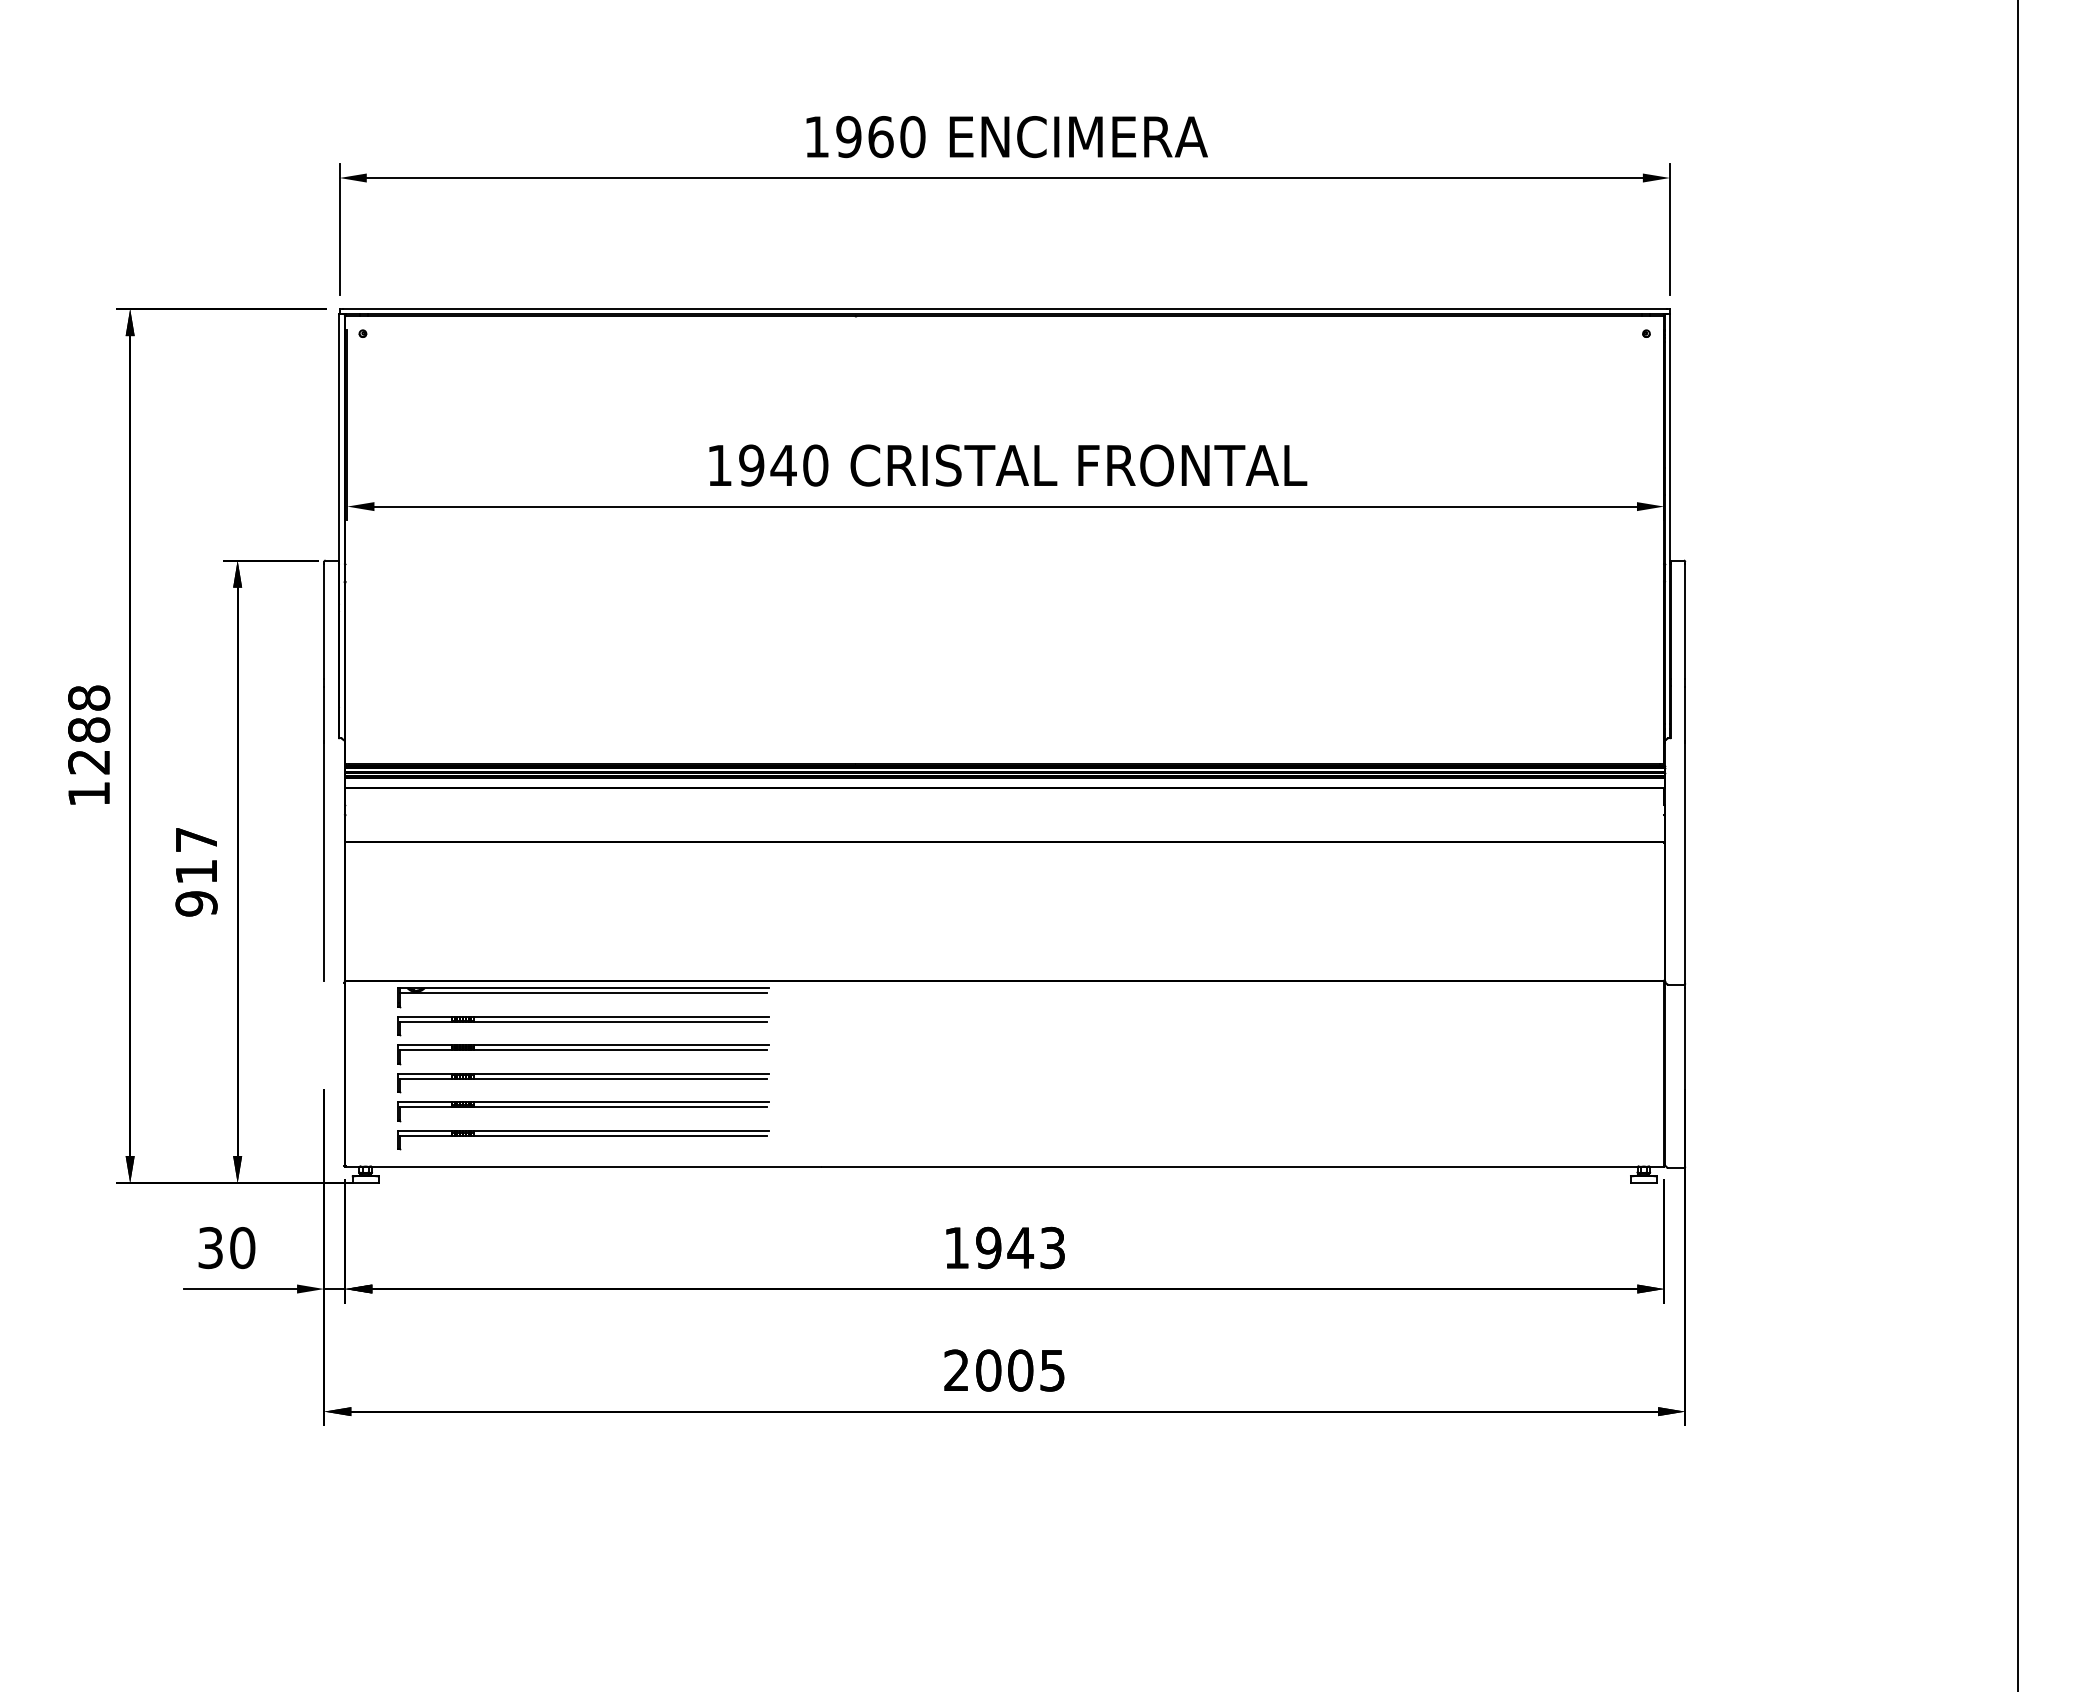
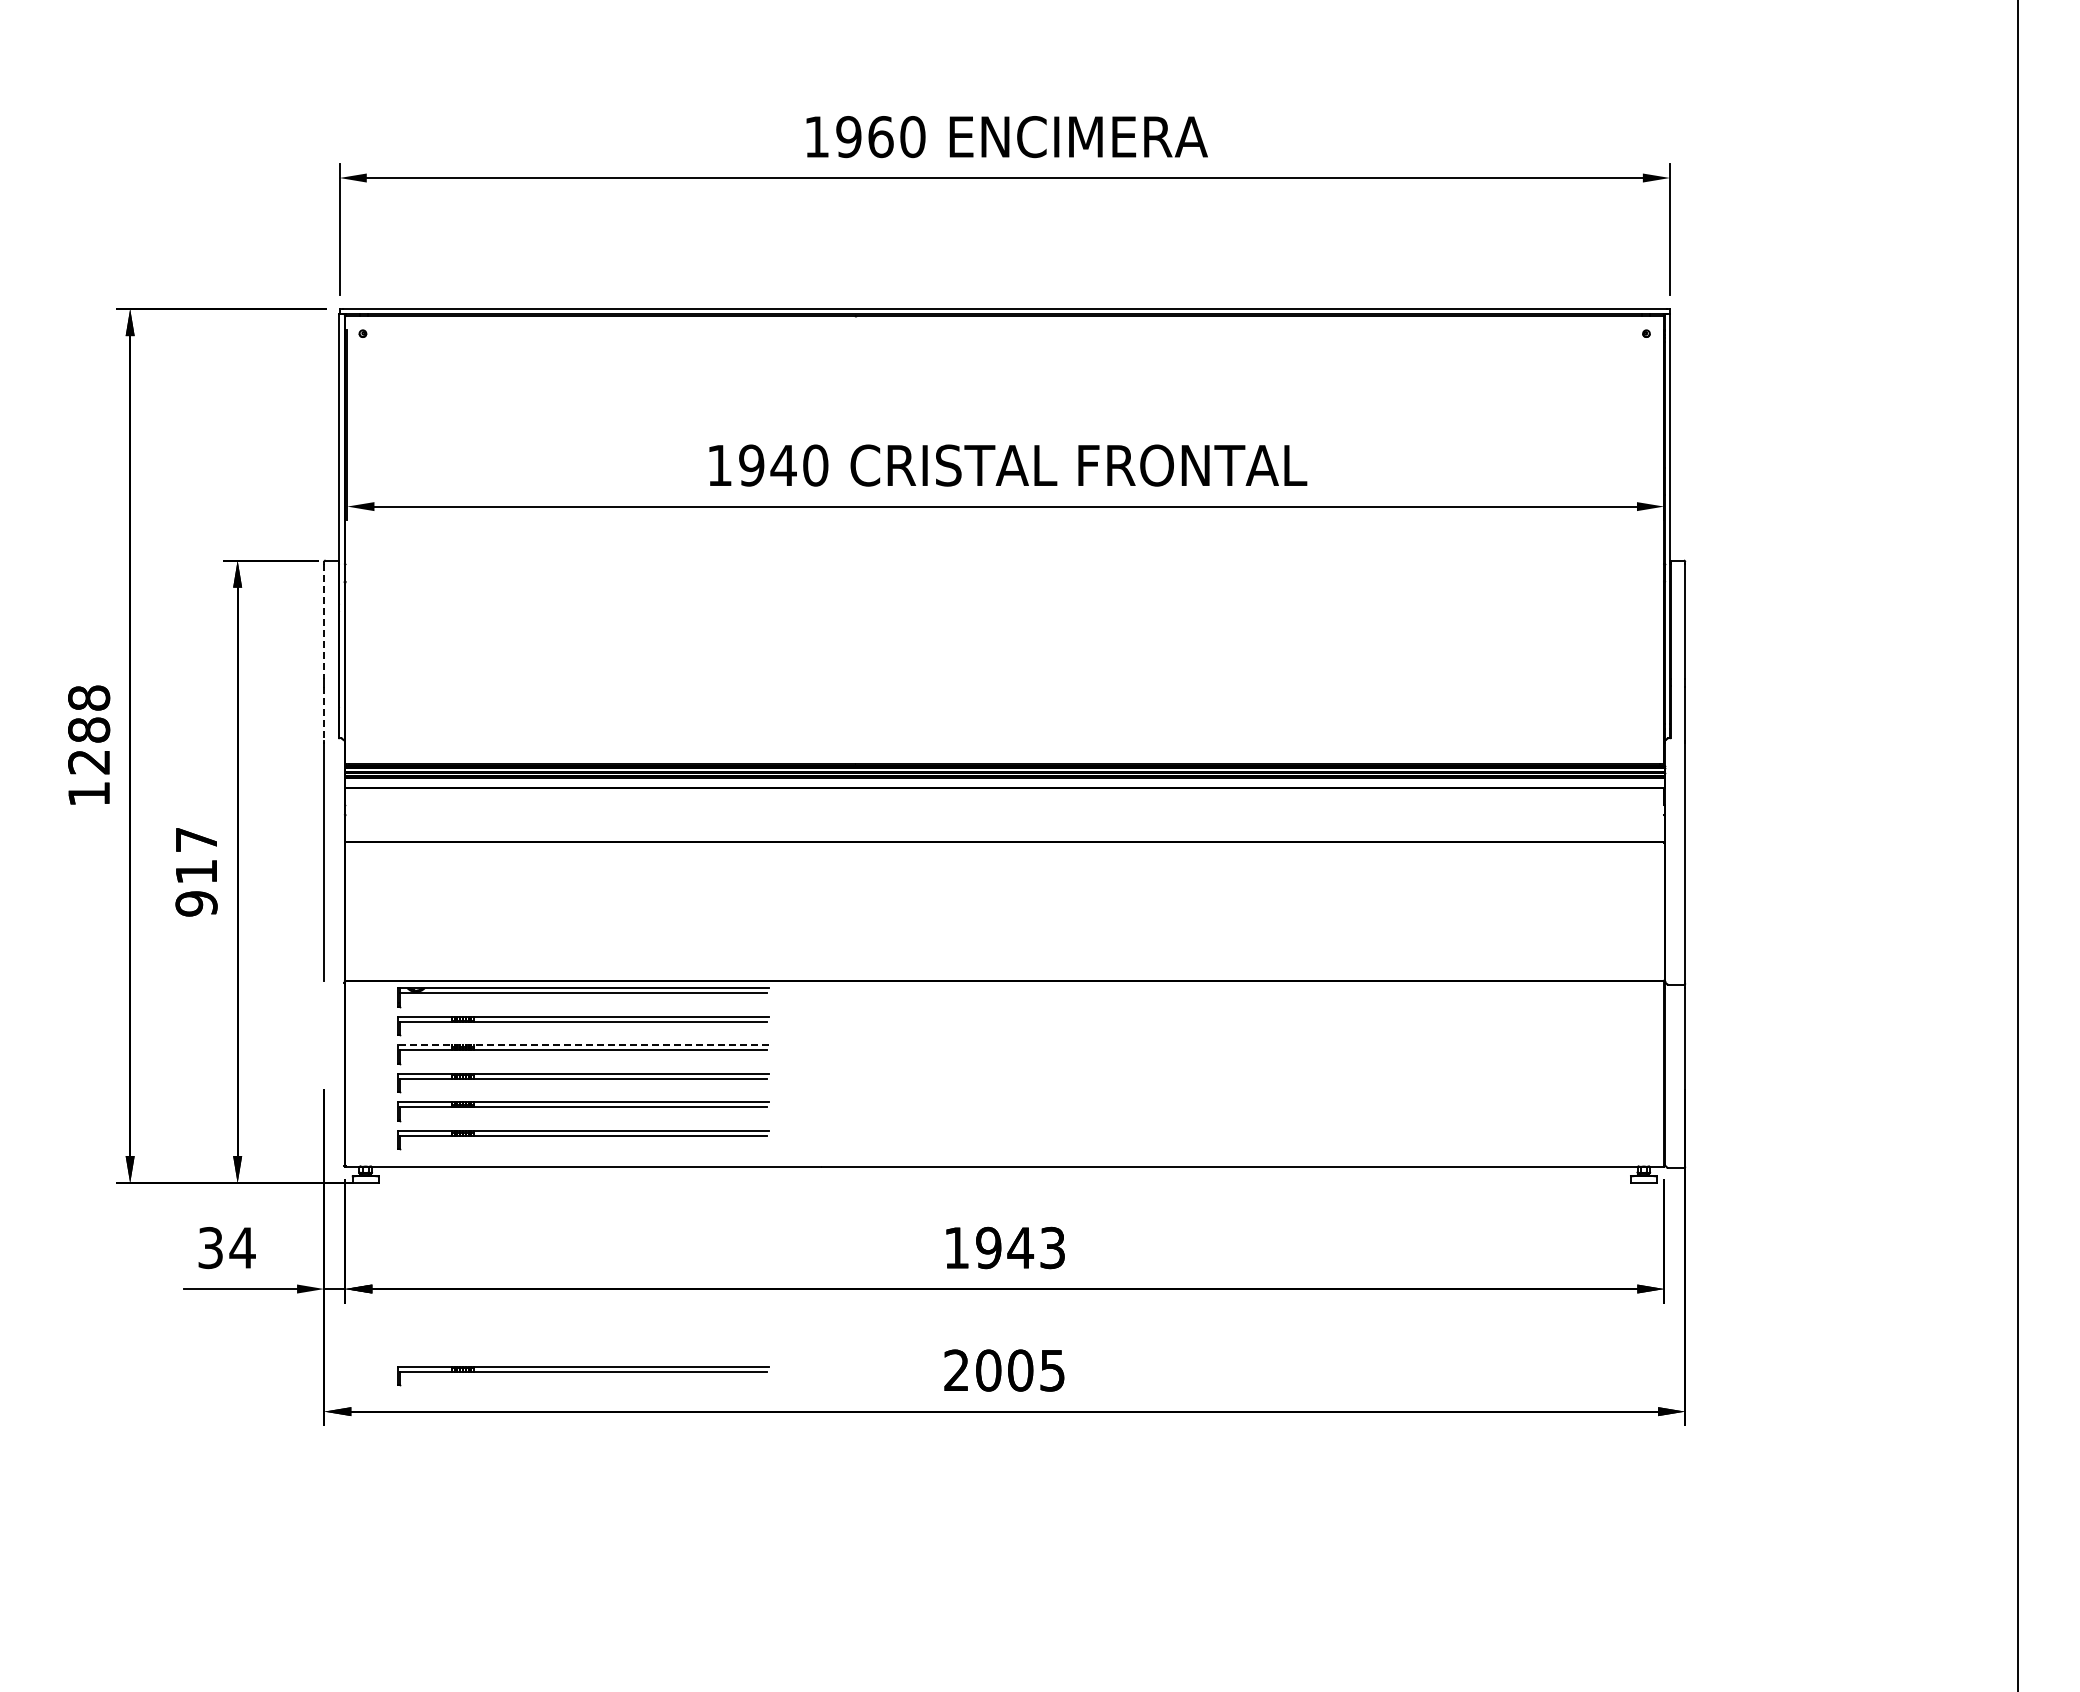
line at (324, 621): solid -> dashed
line at (324, 714): solid -> dashed
line at (582, 1045): solid -> dashed
text at (242, 1248): 30 -> 34
part at (583, 1376): none -> present
